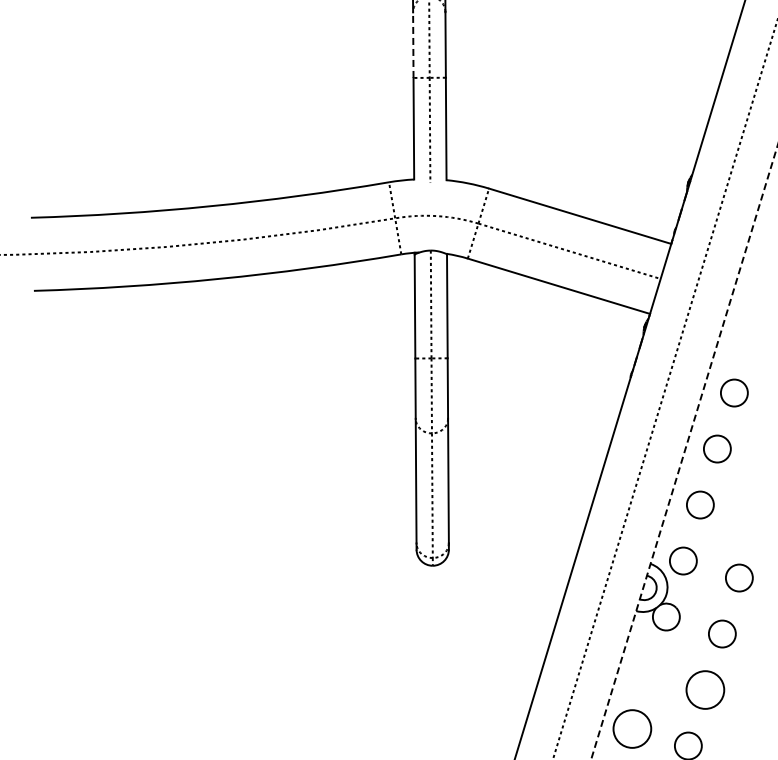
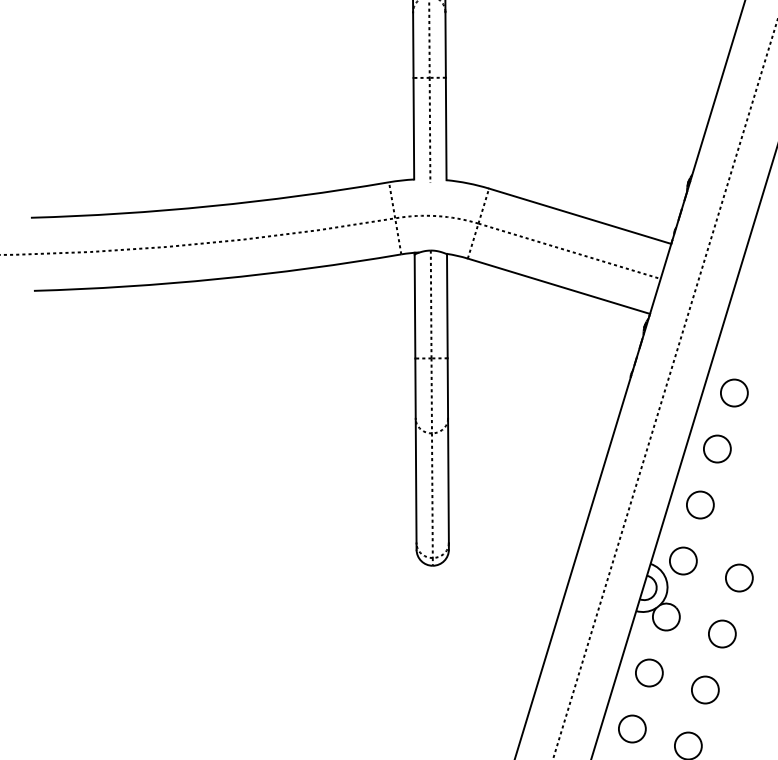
line at (413, 45): dashed -> solid
line at (684, 452): dashed -> solid
circle at (649, 672): none -> present
circle at (705, 689) diameter: 38 px -> 27 px
circle at (632, 728) diameter: 38 px -> 27 px
